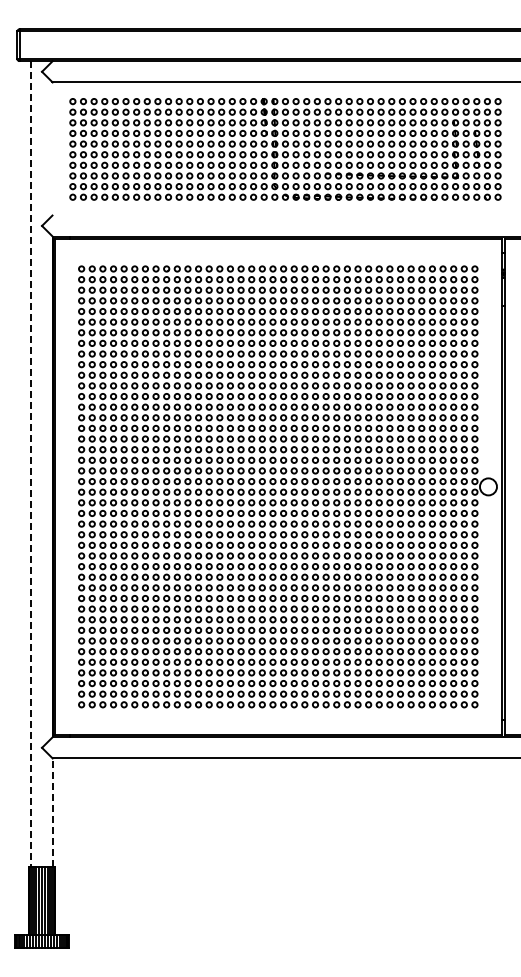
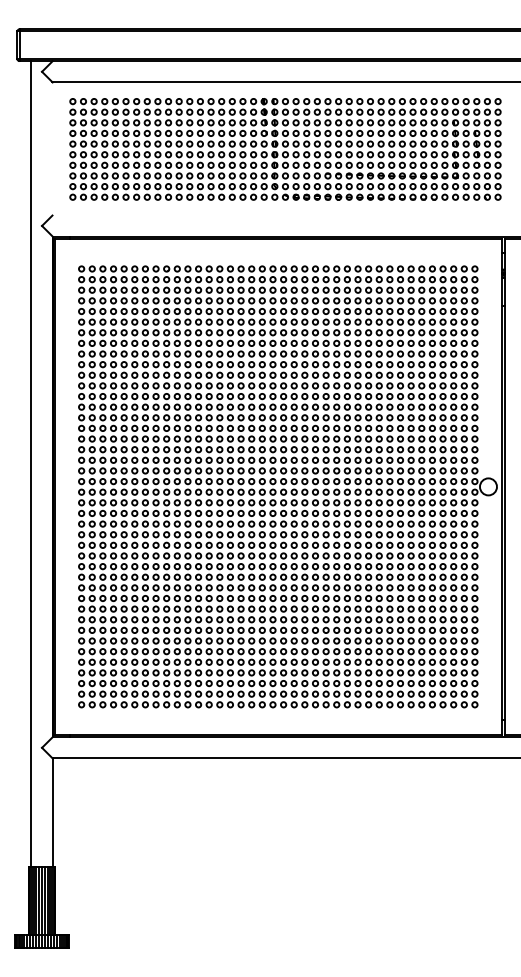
line at (31, 464): dashed -> solid
line at (52, 812): dashed -> solid
